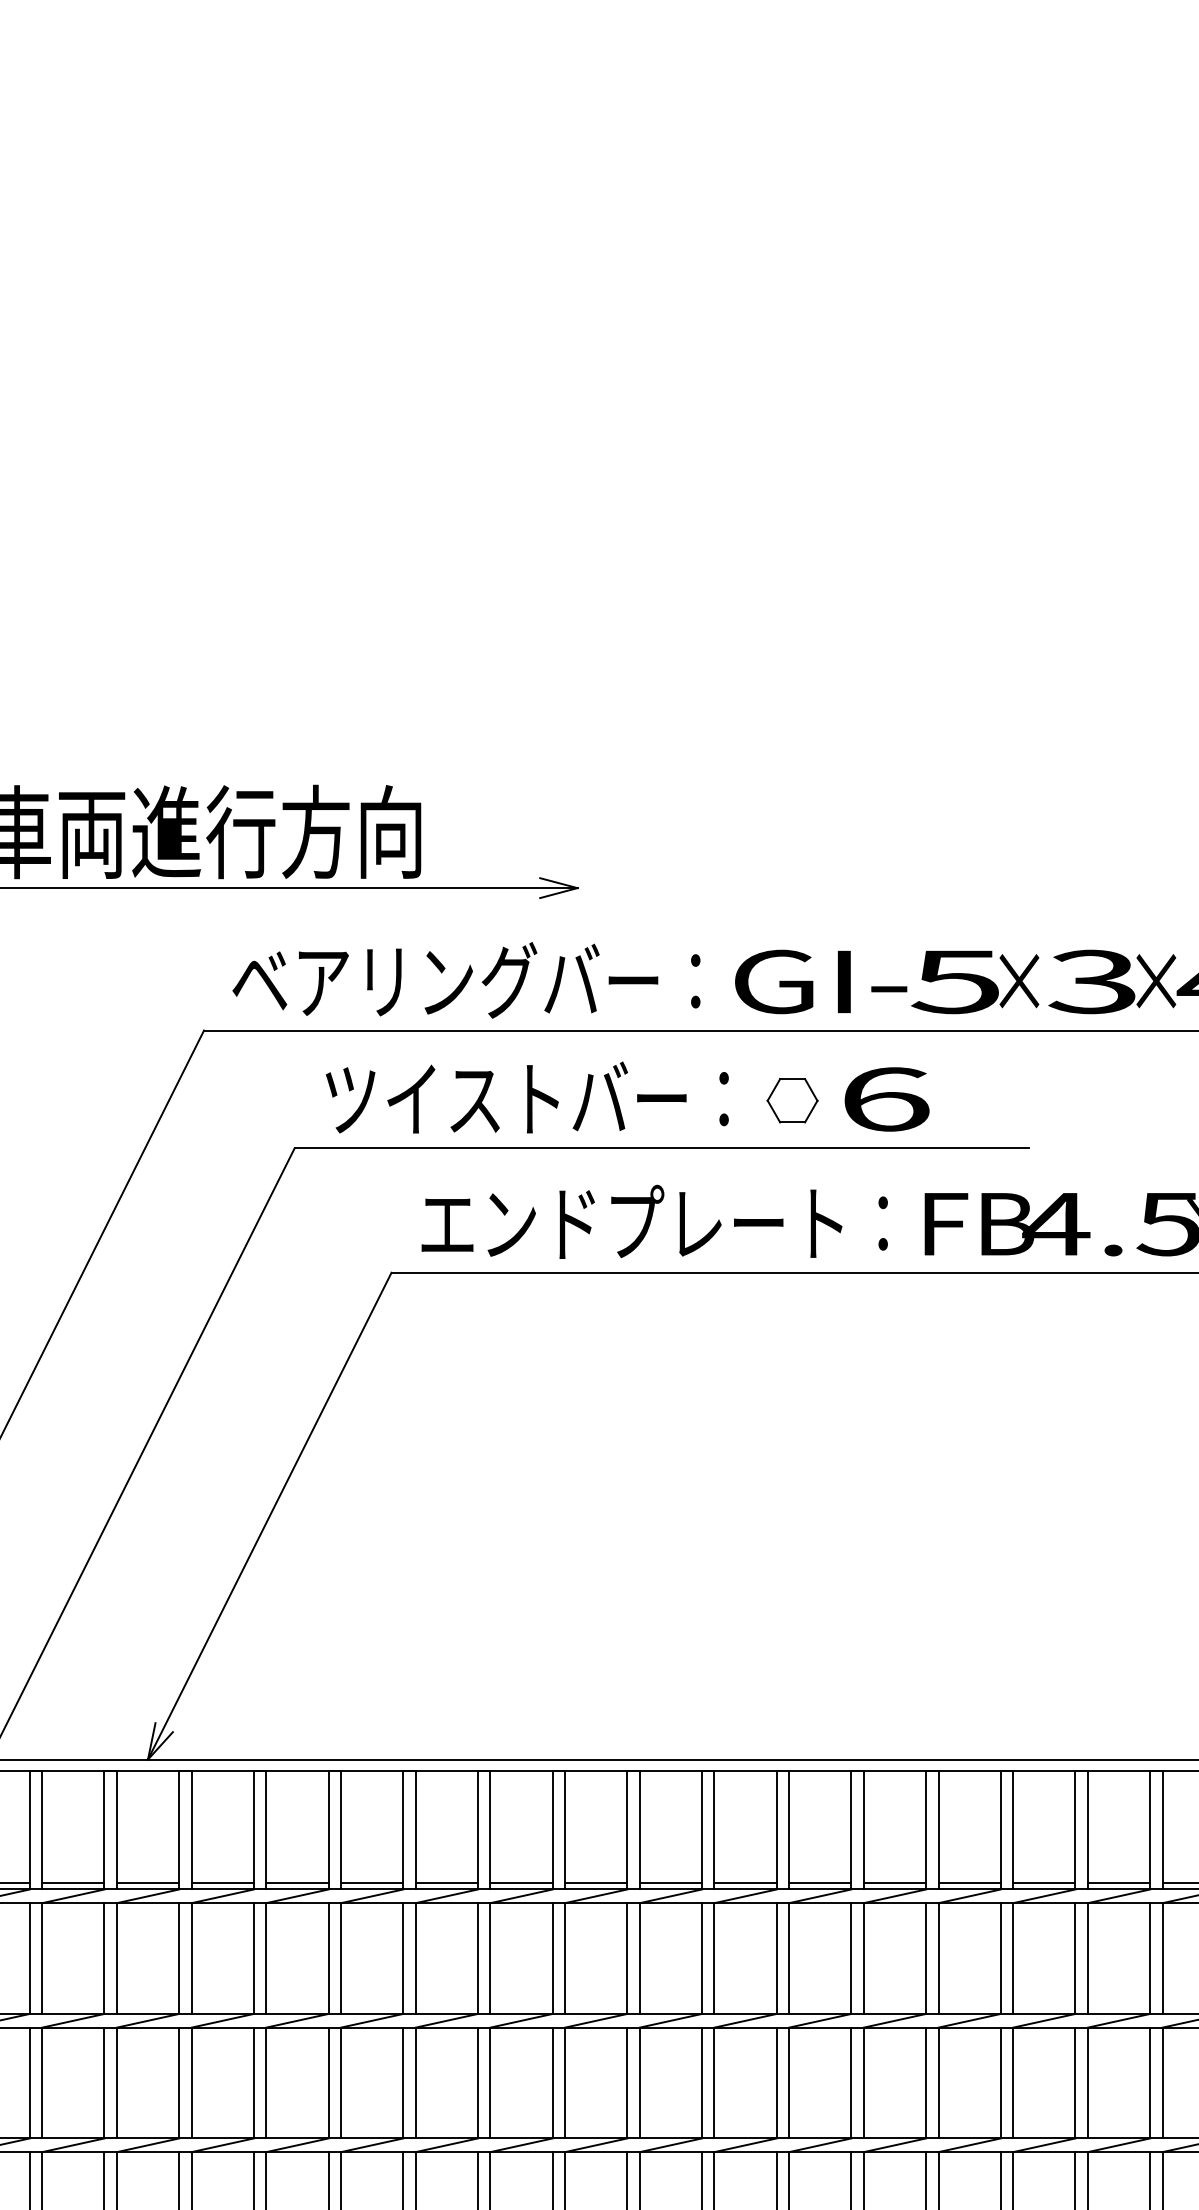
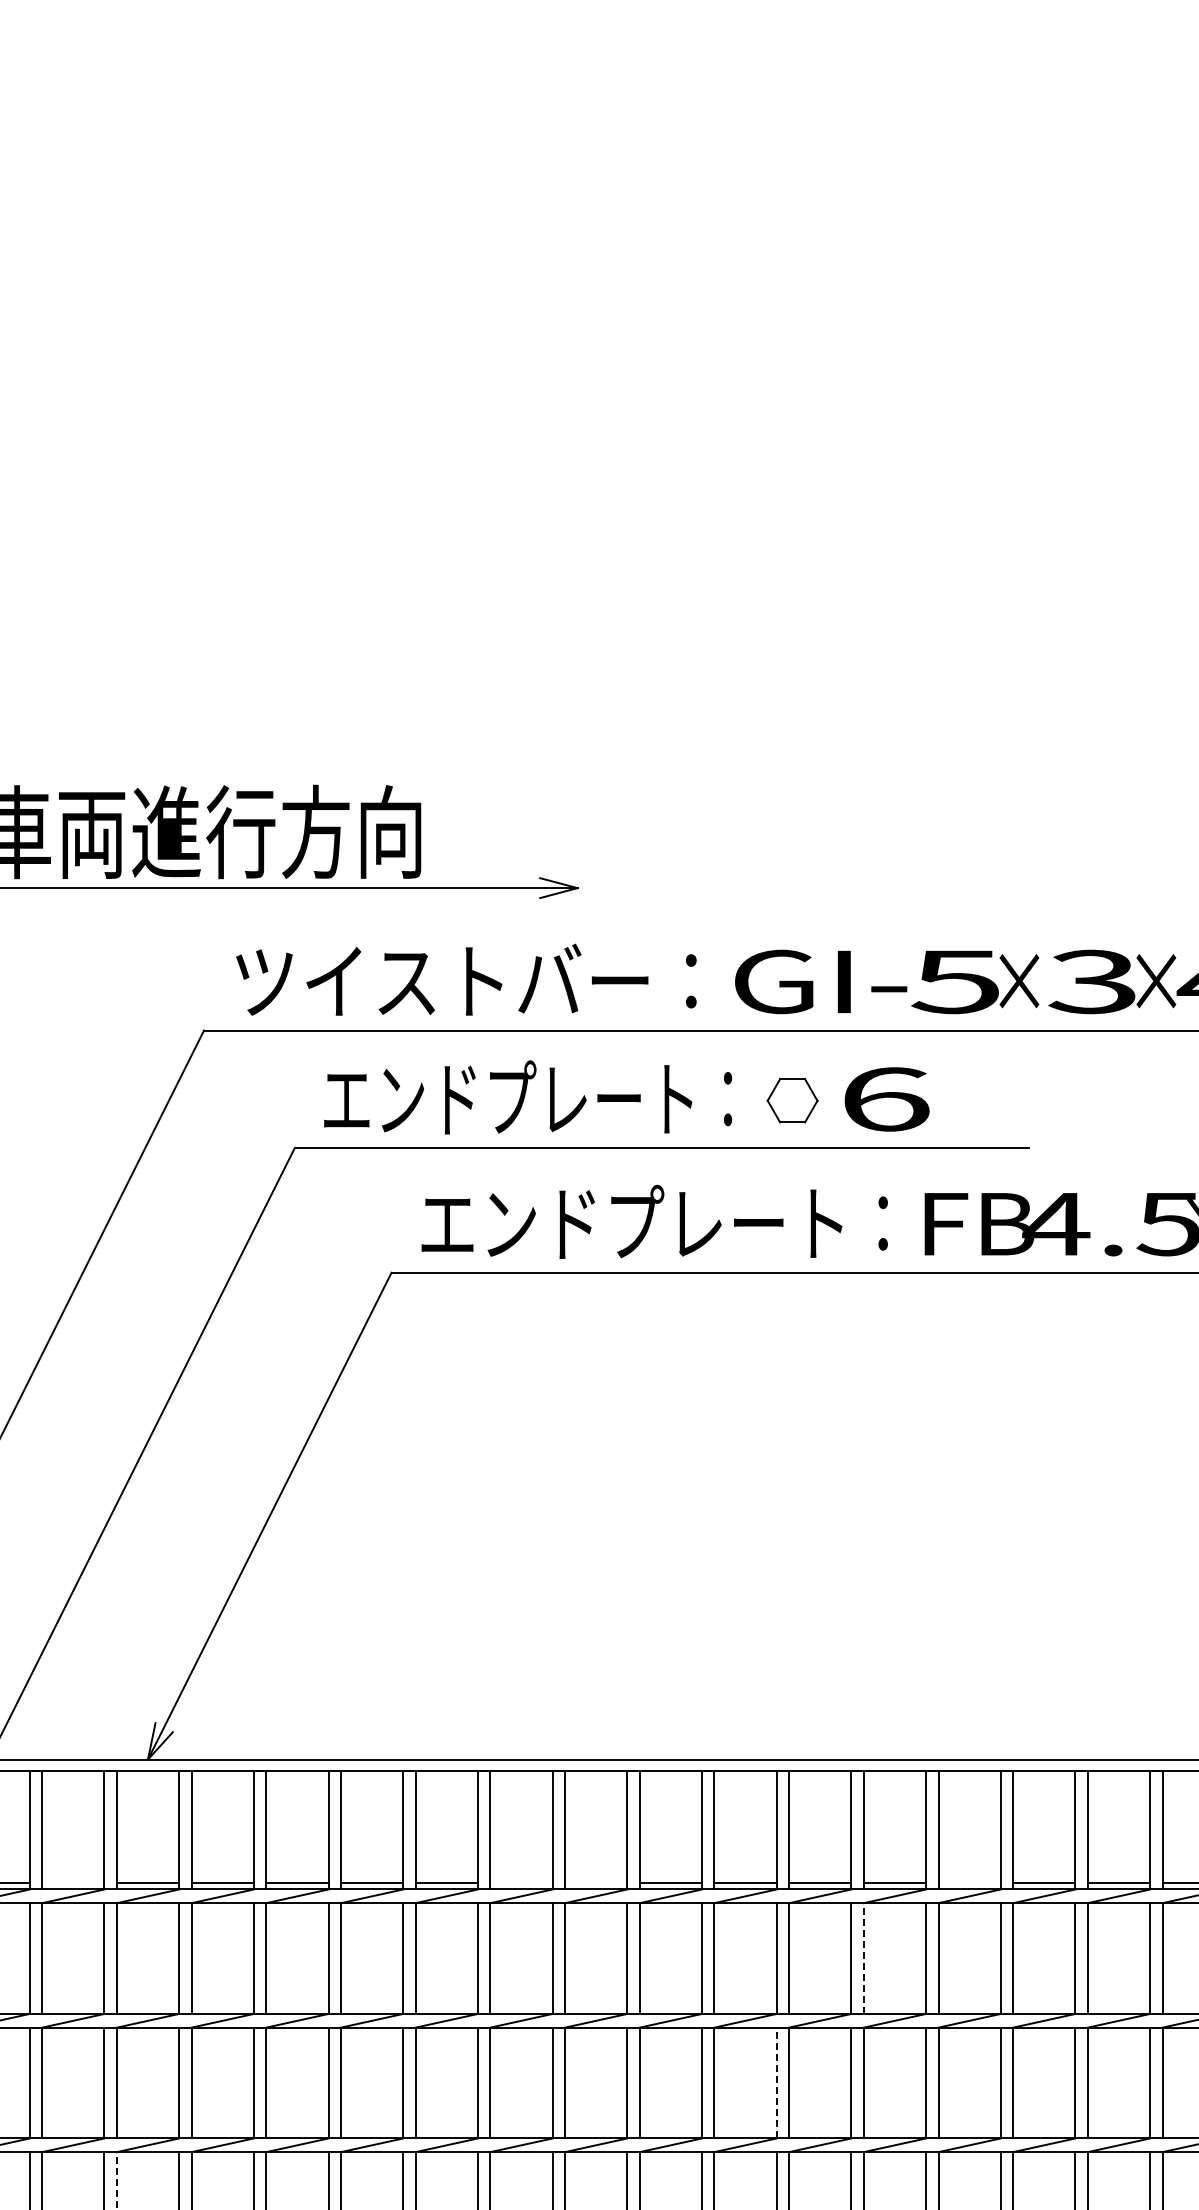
text at (466, 980): ベアリングバー： -> ツイストバー：
text at (528, 1097): ツイストバー： -> エンドプレート：
line at (73, 1882): present -> none
line at (521, 1882): present -> none
line at (596, 1882): present -> none
line at (969, 1882): present -> none
line at (863, 1958): solid -> dashed
line at (776, 2082): solid -> dashed
line at (116, 2180): solid -> dashed
